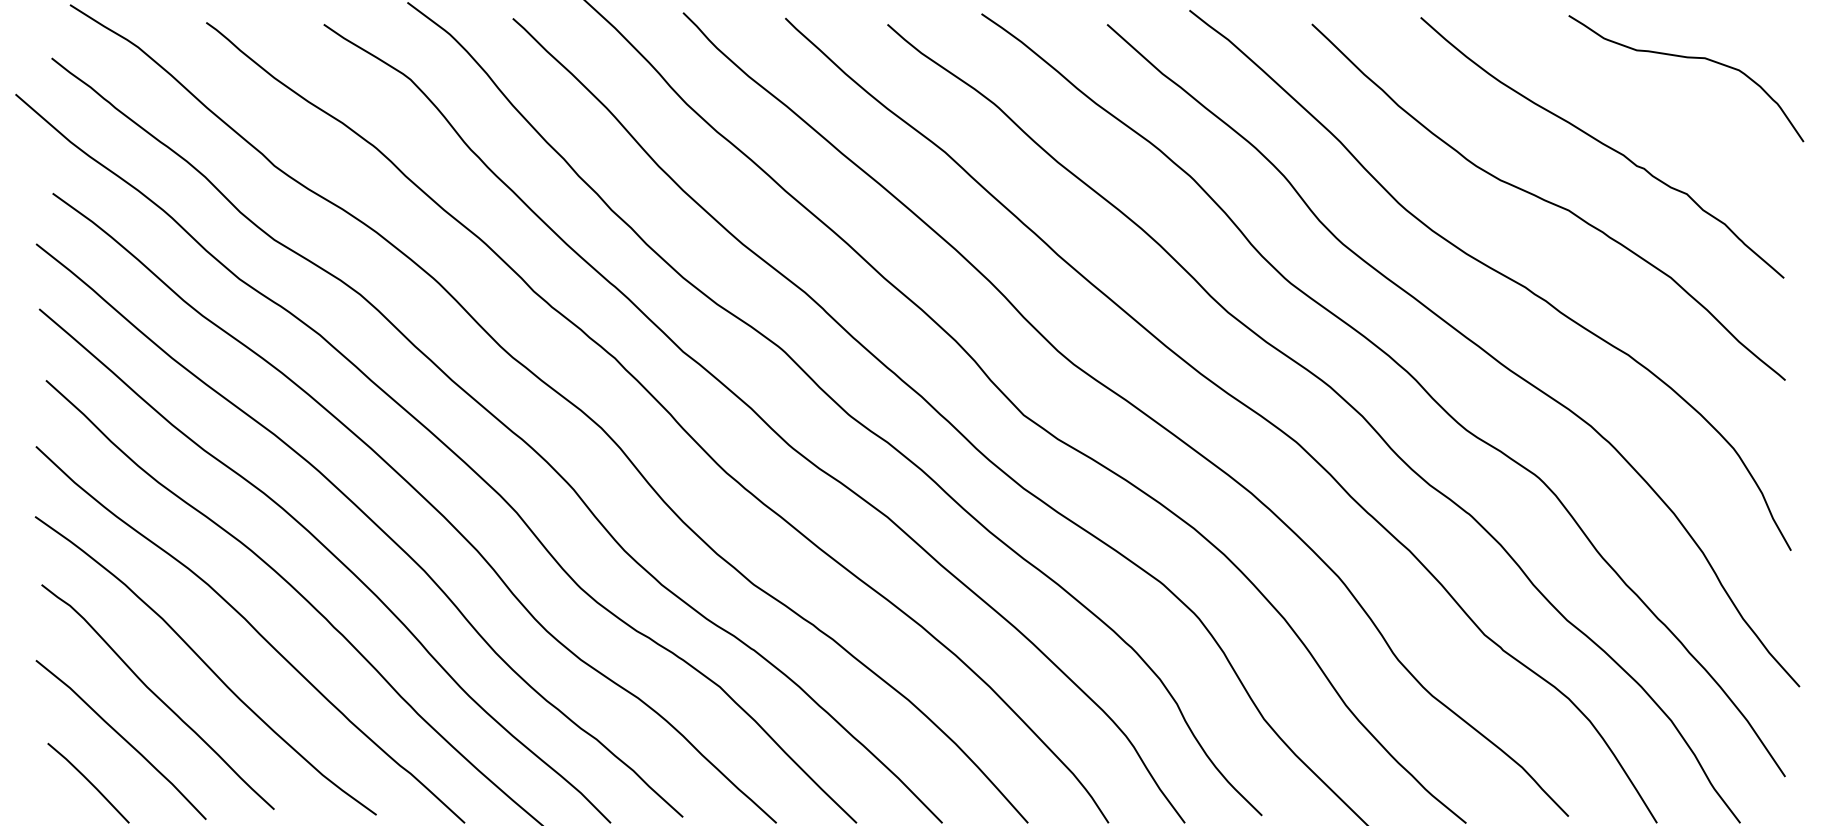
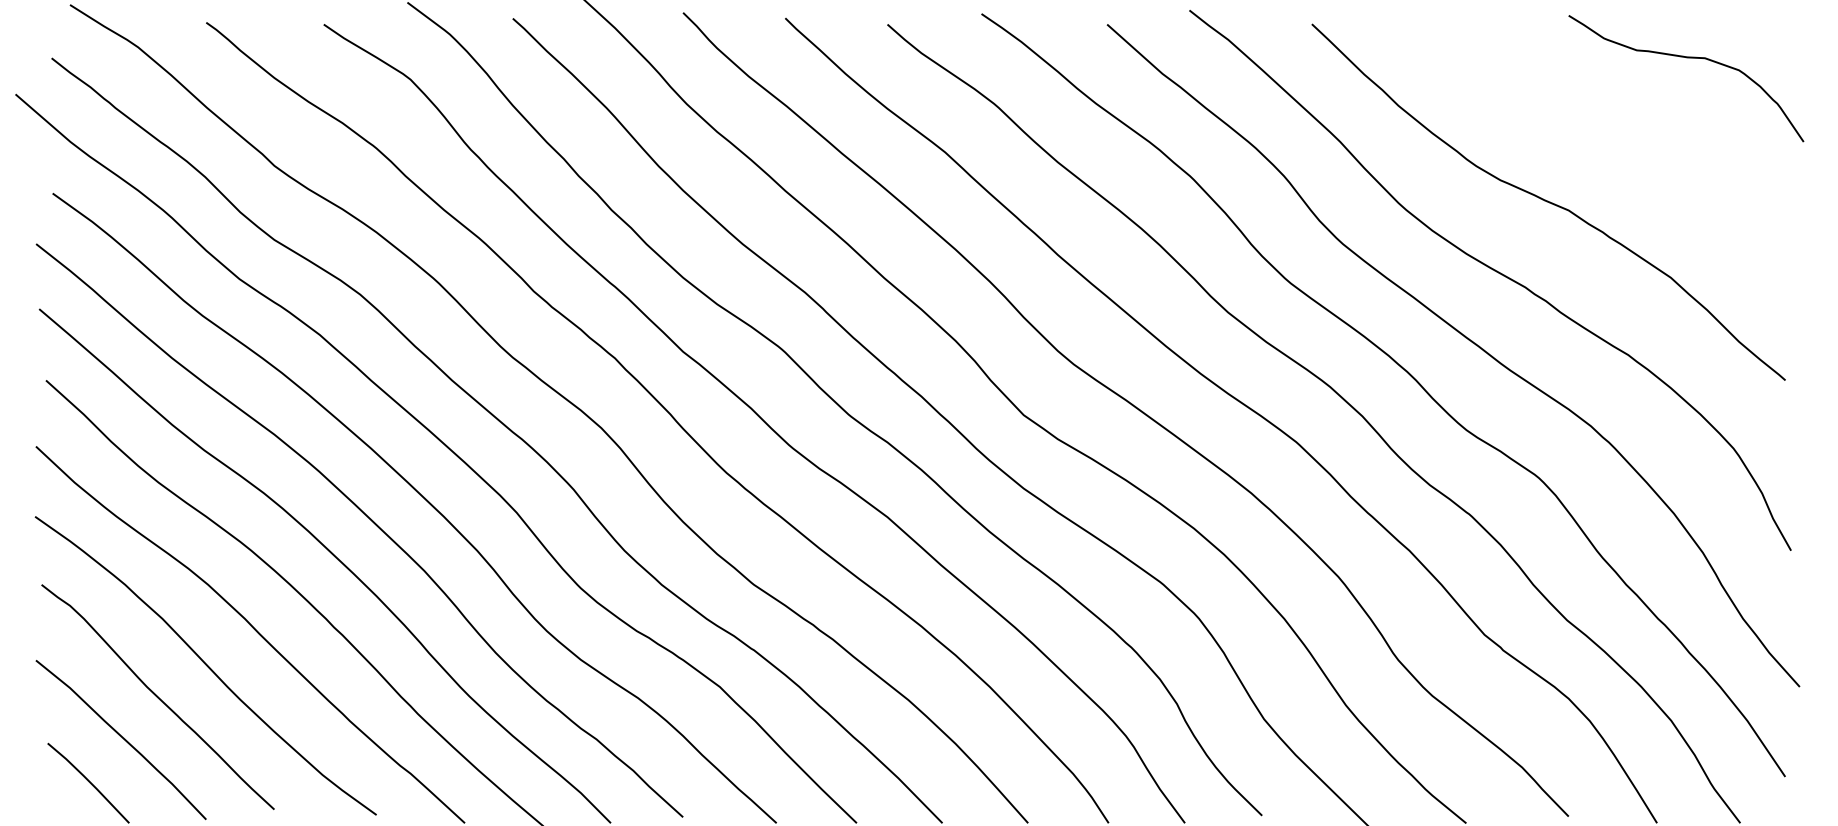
curve at (1603, 145): present -> none
